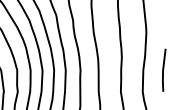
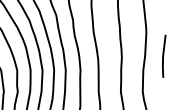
line at (164, 69) position: (164, 69) -> (164, 55)
